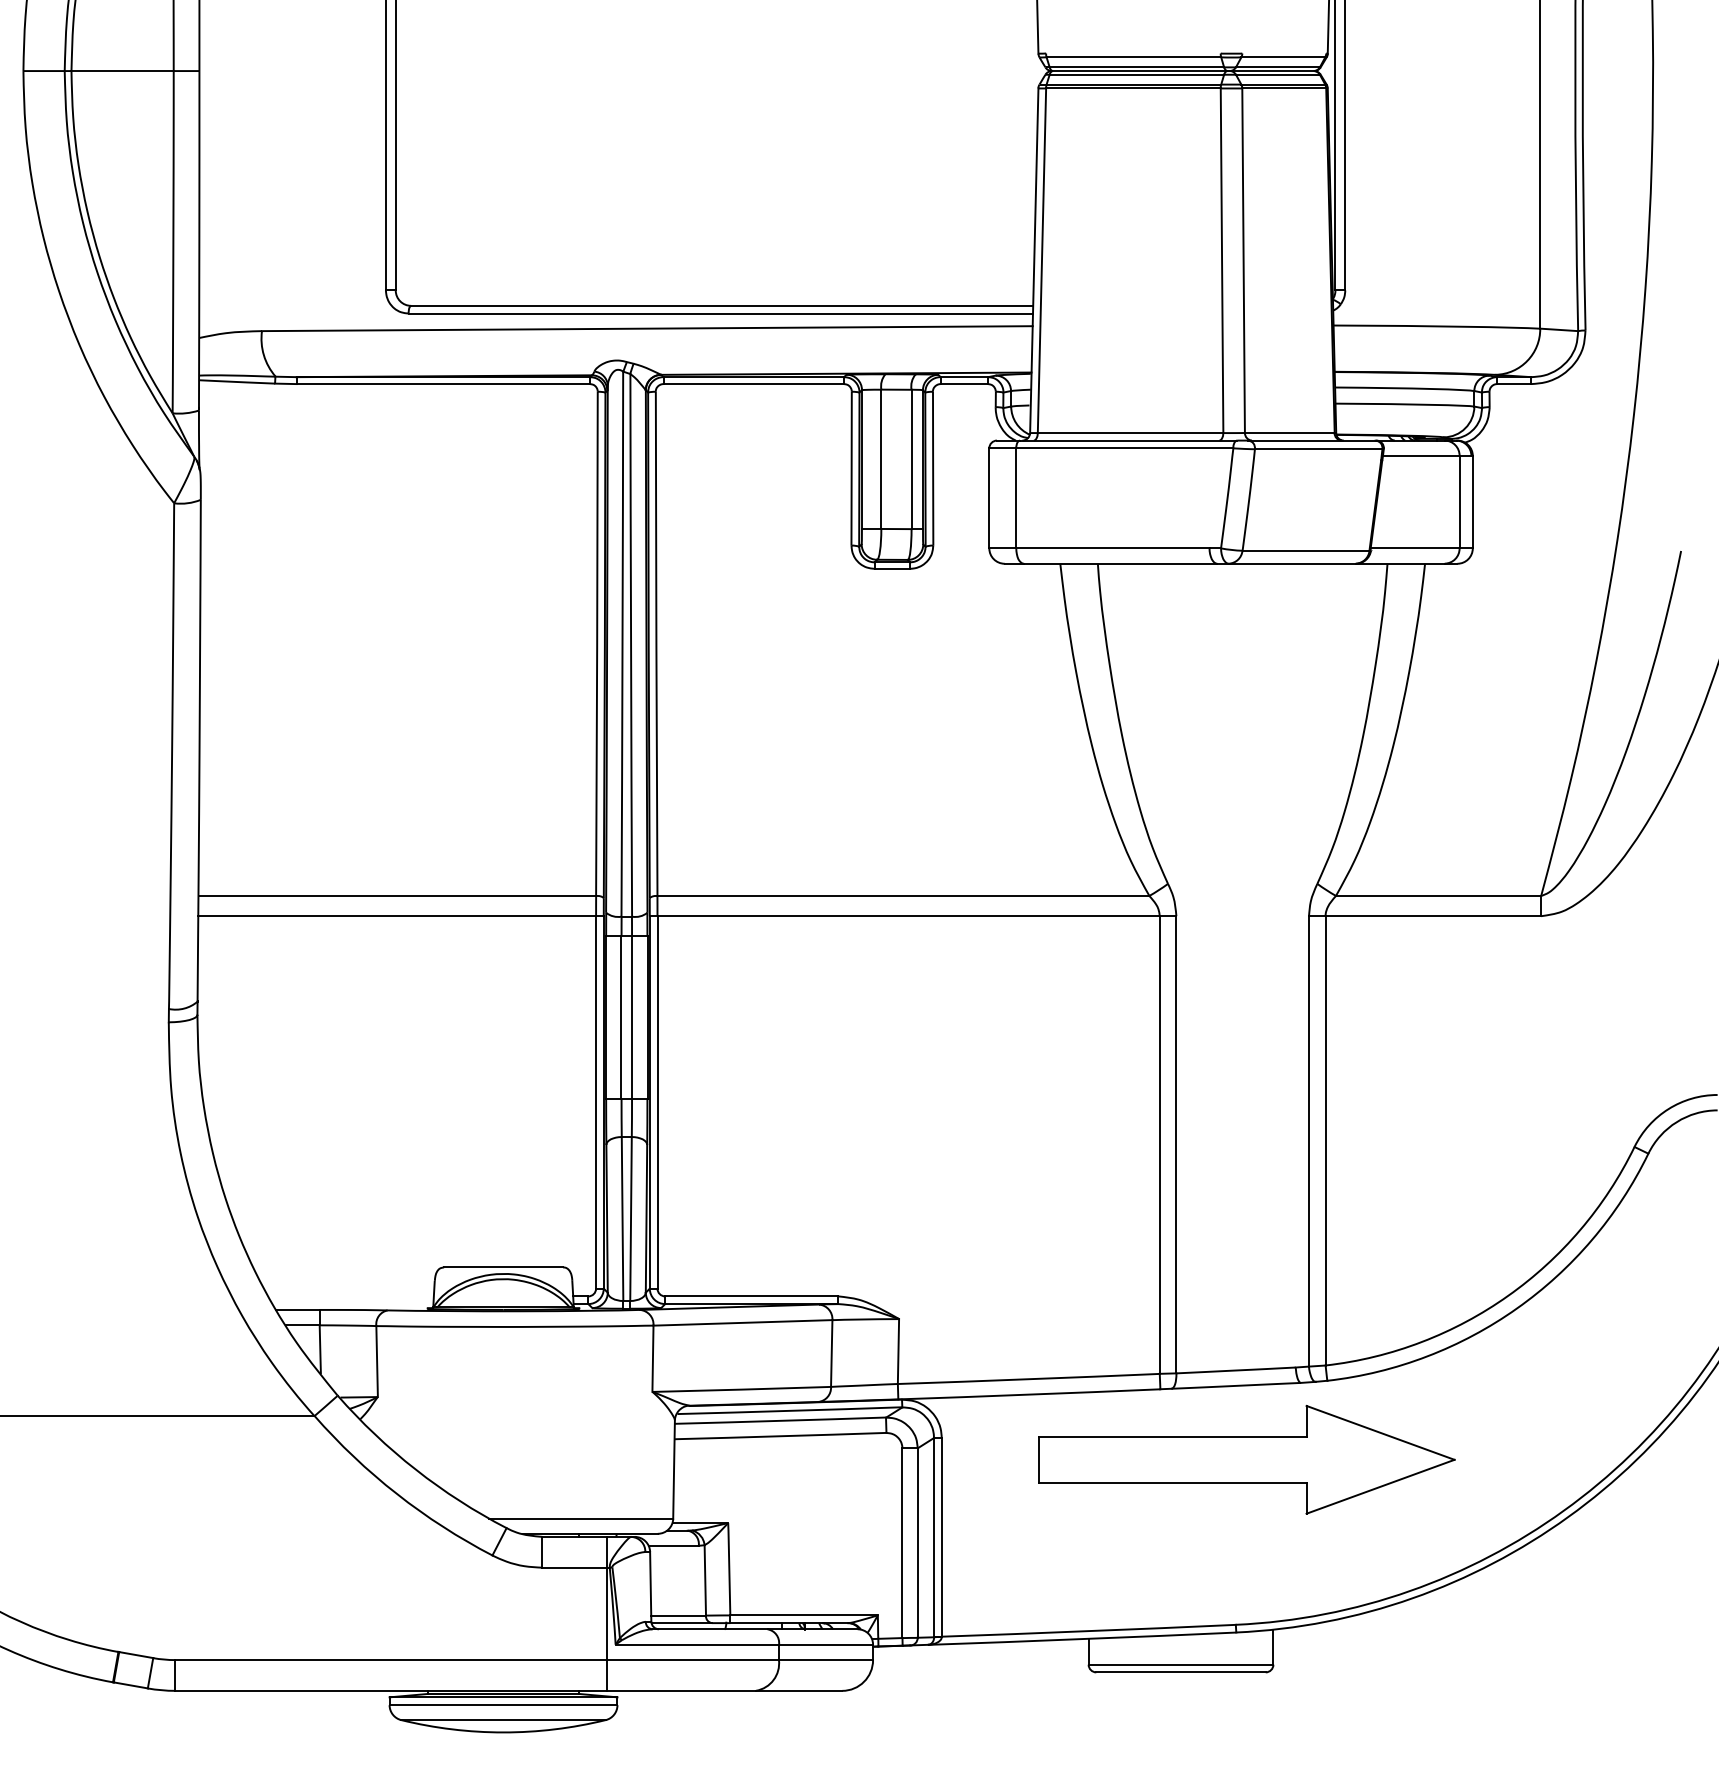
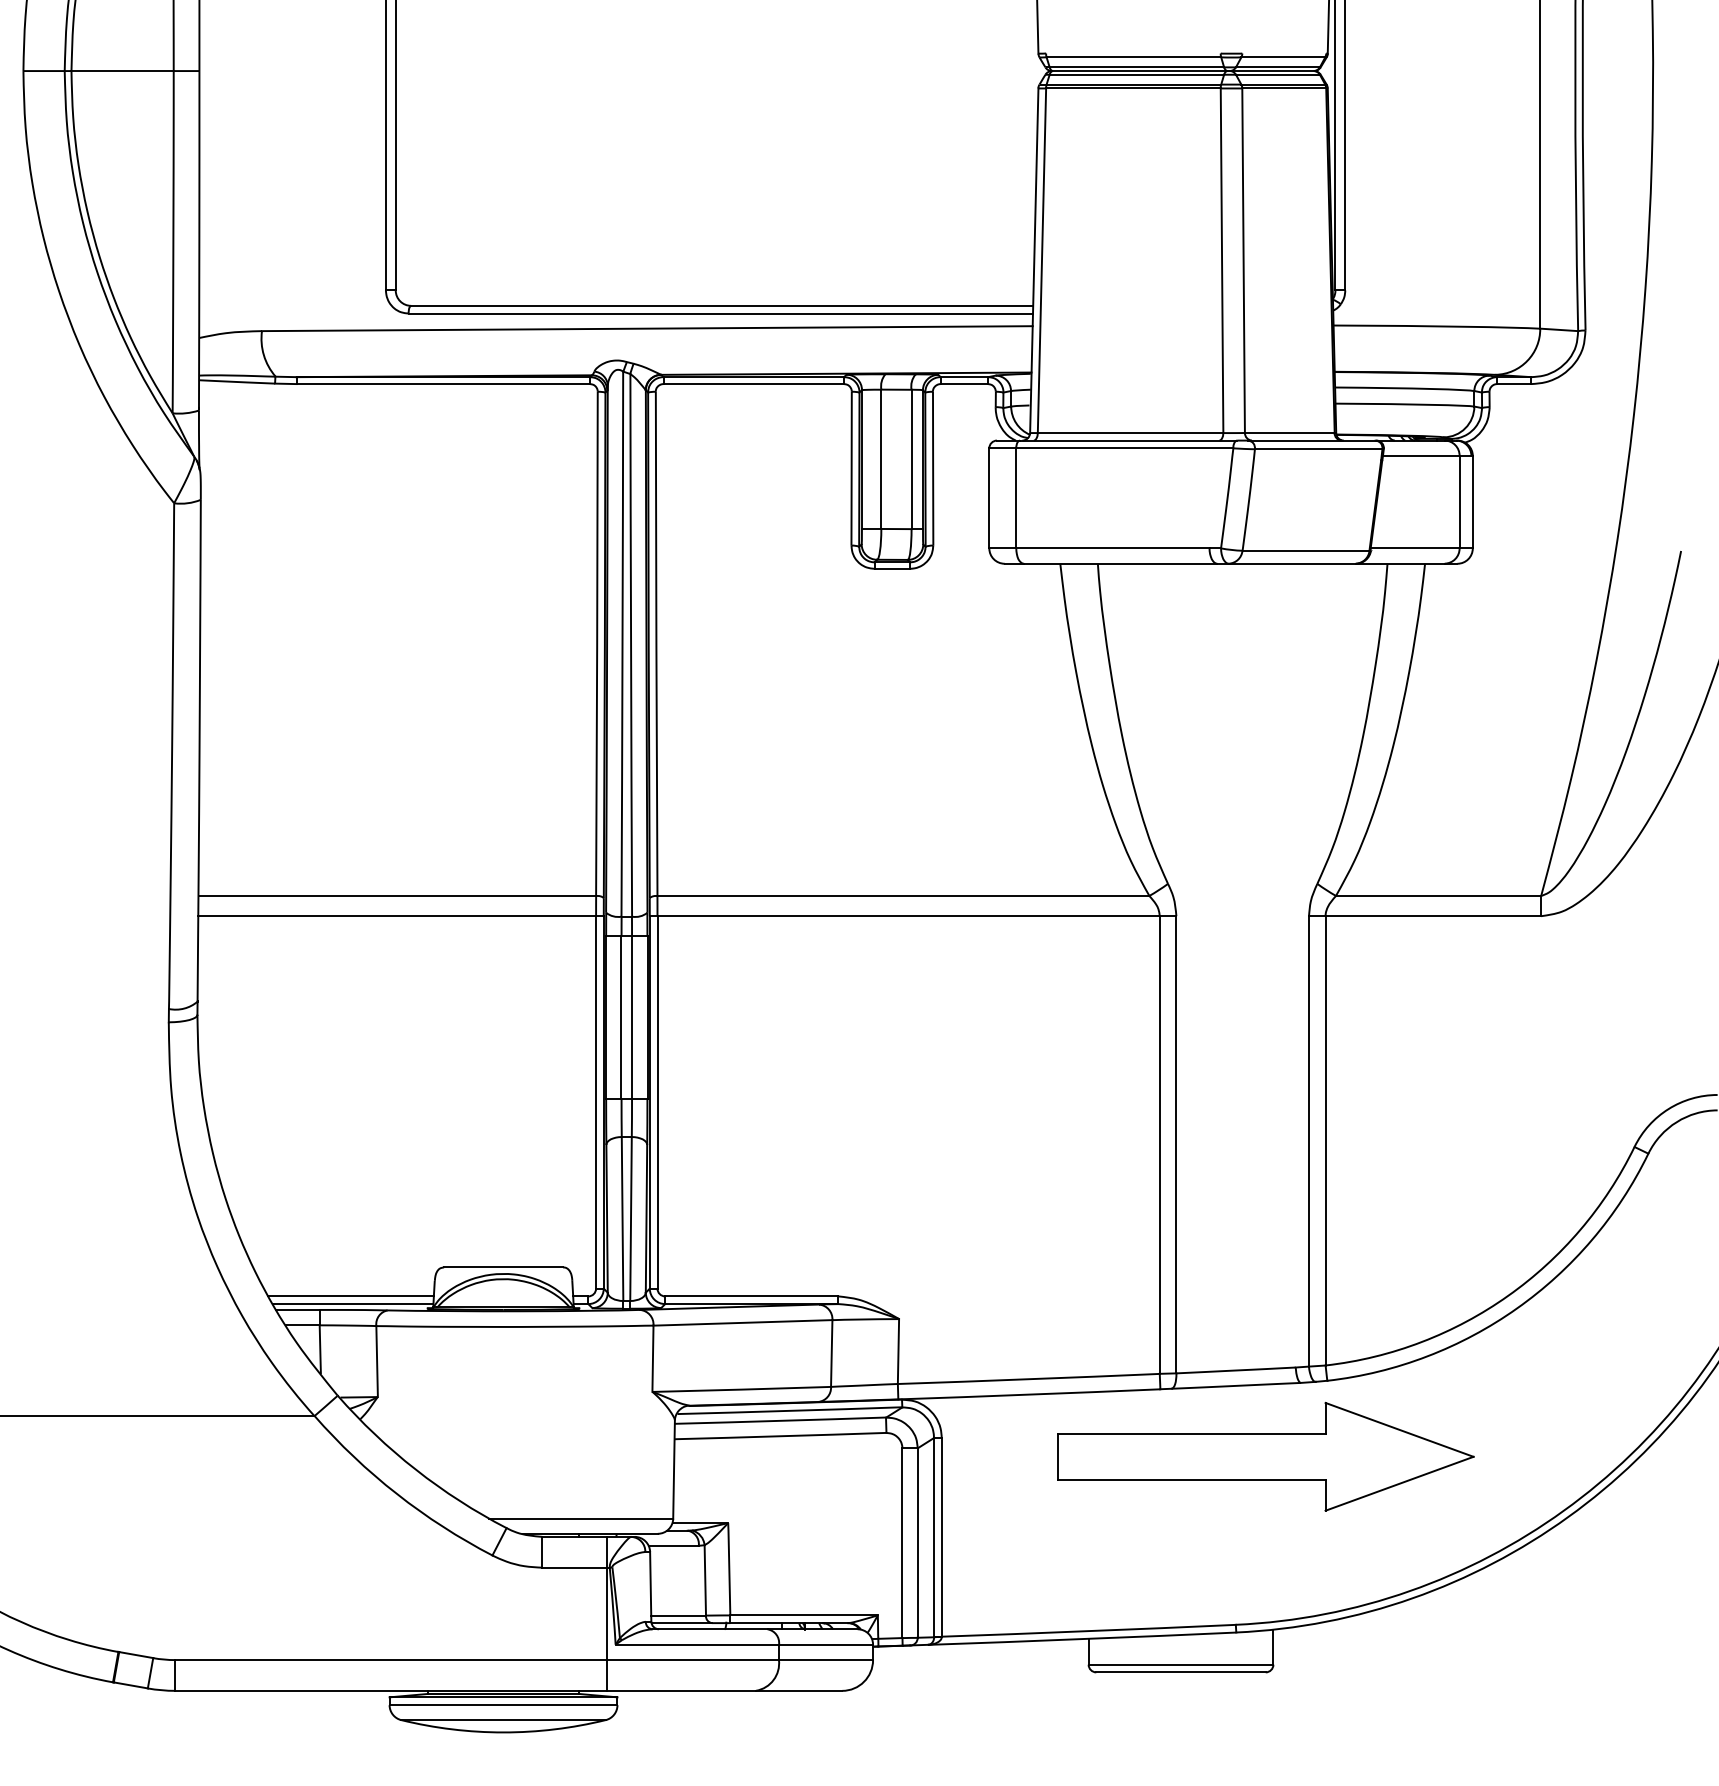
line at (350, 1296): none -> present
line at (352, 1304): none -> present
part at (1246, 1459) position: (1246, 1459) -> (1265, 1456)
